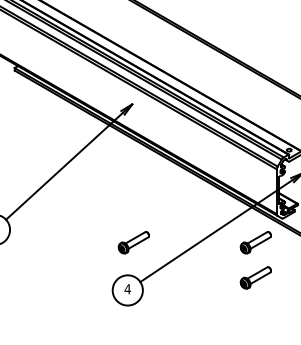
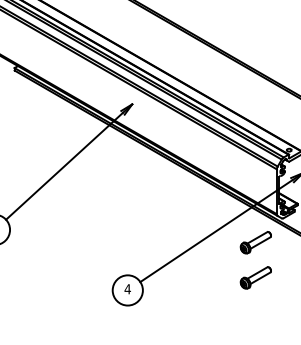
part at (133, 242): present -> none
